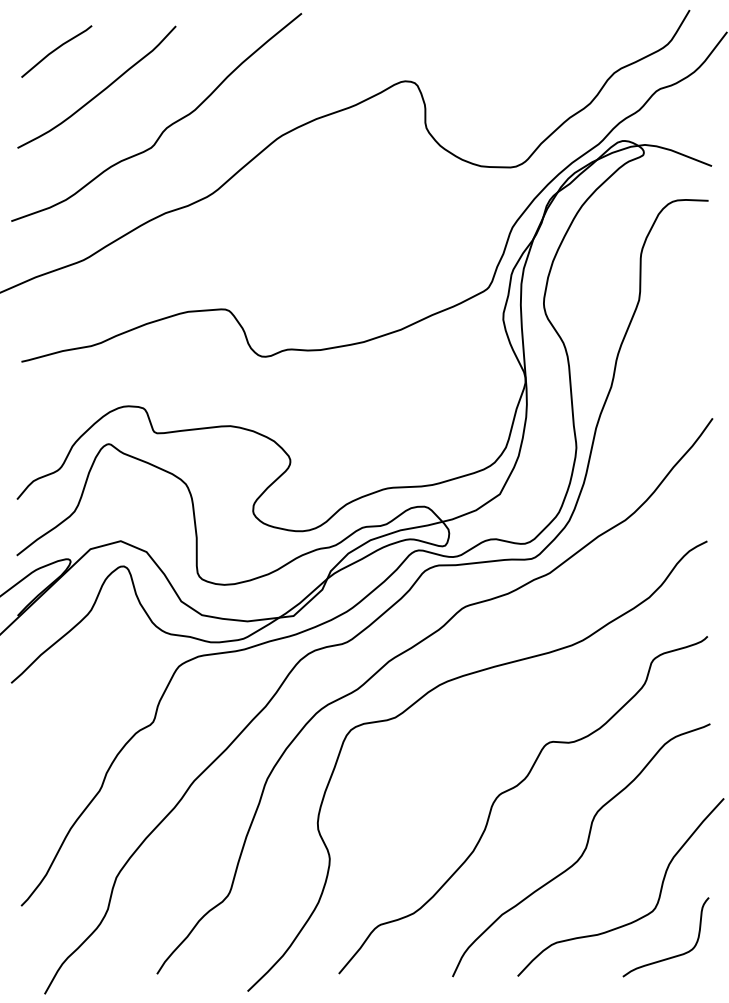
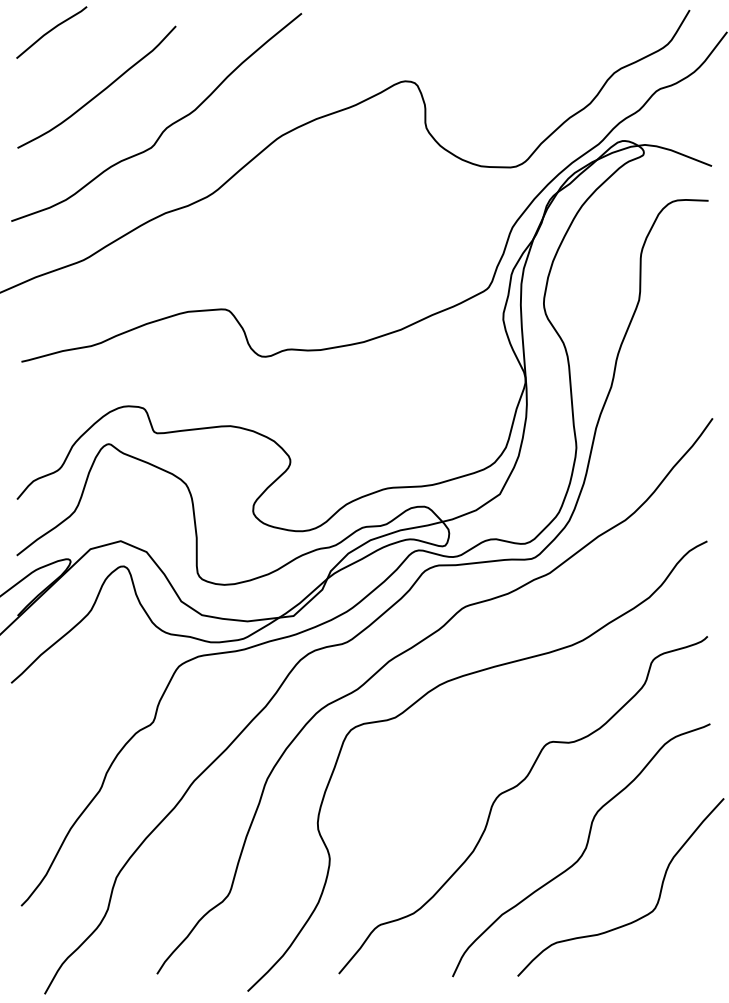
line at (56, 50) position: (56, 50) -> (51, 31)
curve at (671, 956): present -> none
